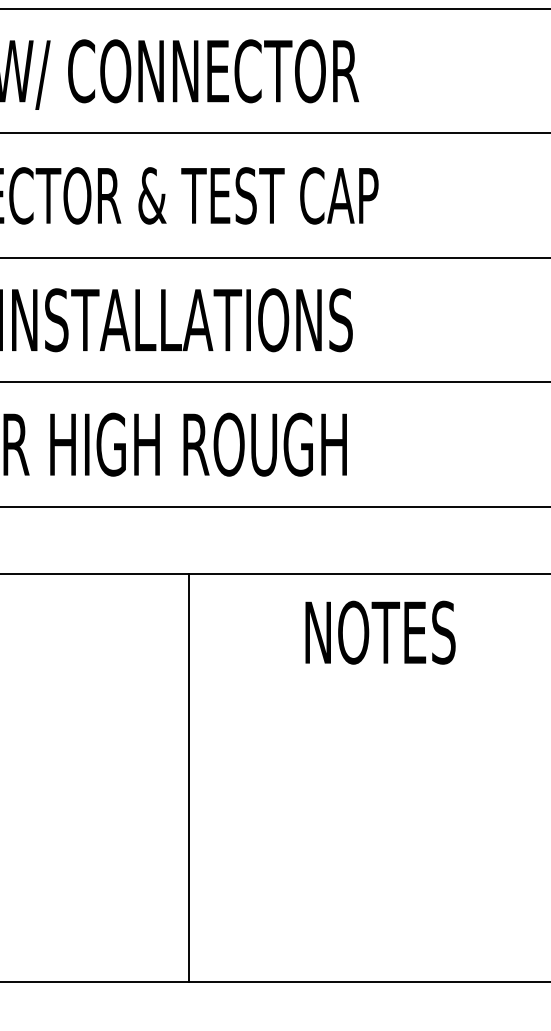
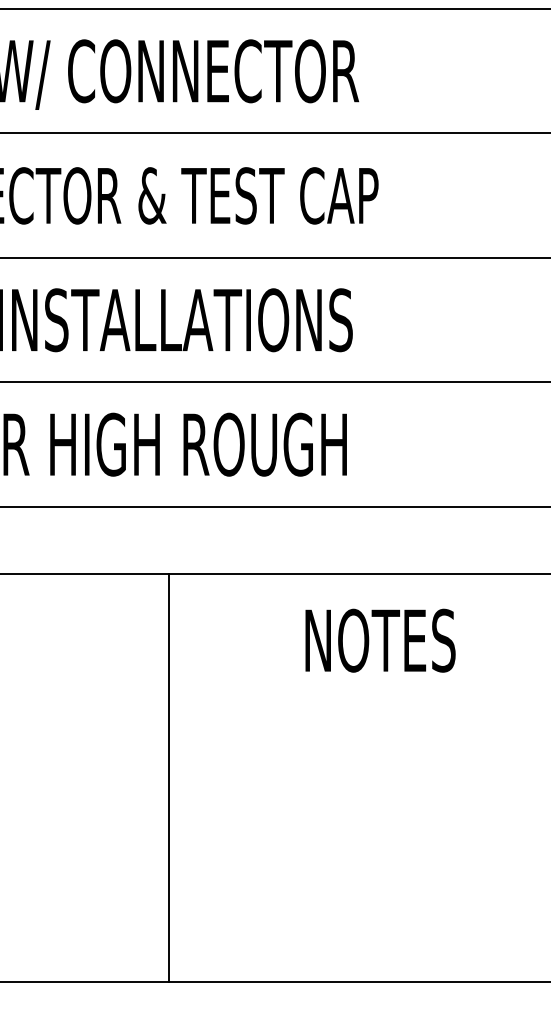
text at (380, 632) position: (380, 632) -> (380, 640)
line at (188, 777) position: (188, 777) -> (168, 777)
